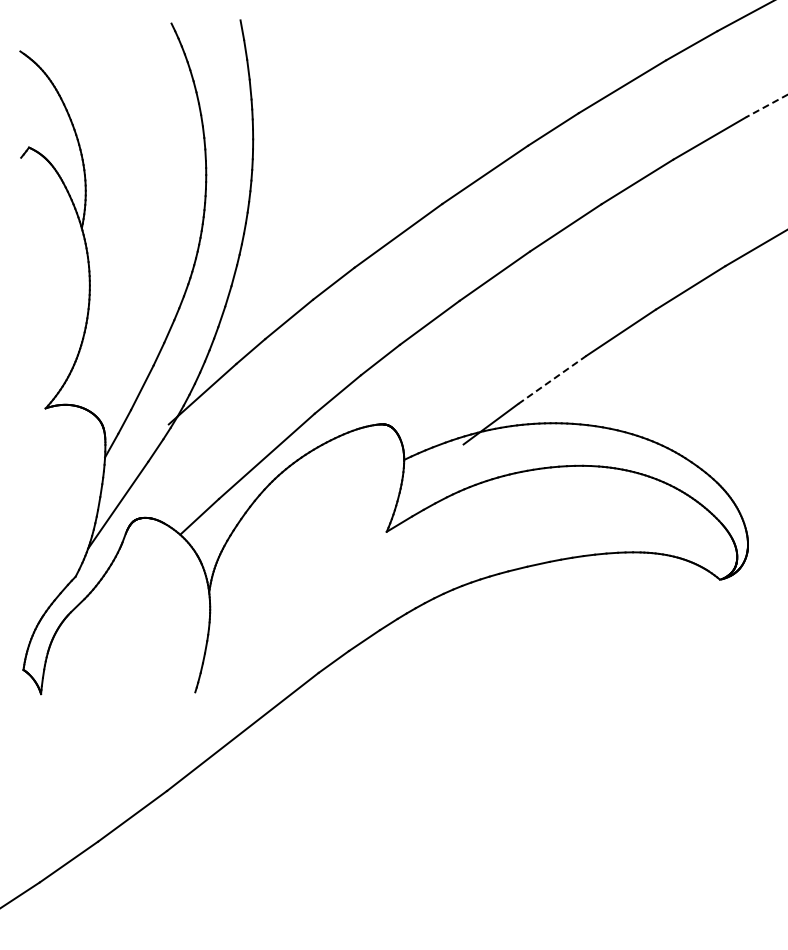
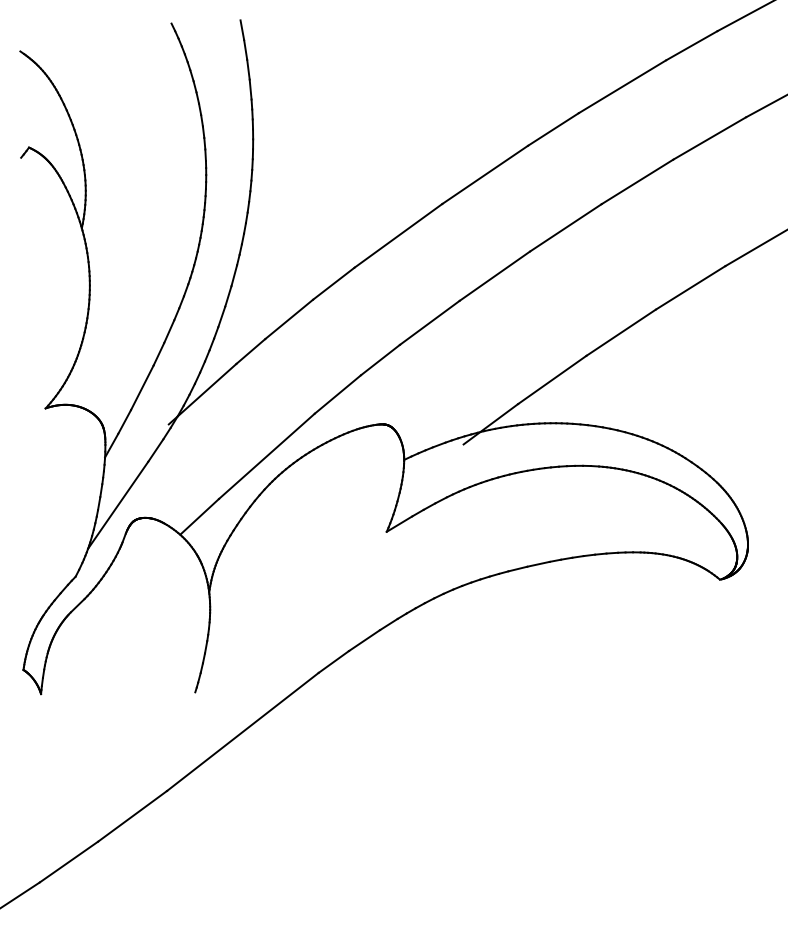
line at (766, 106): dashed -> solid
line at (552, 379): dashed -> solid
